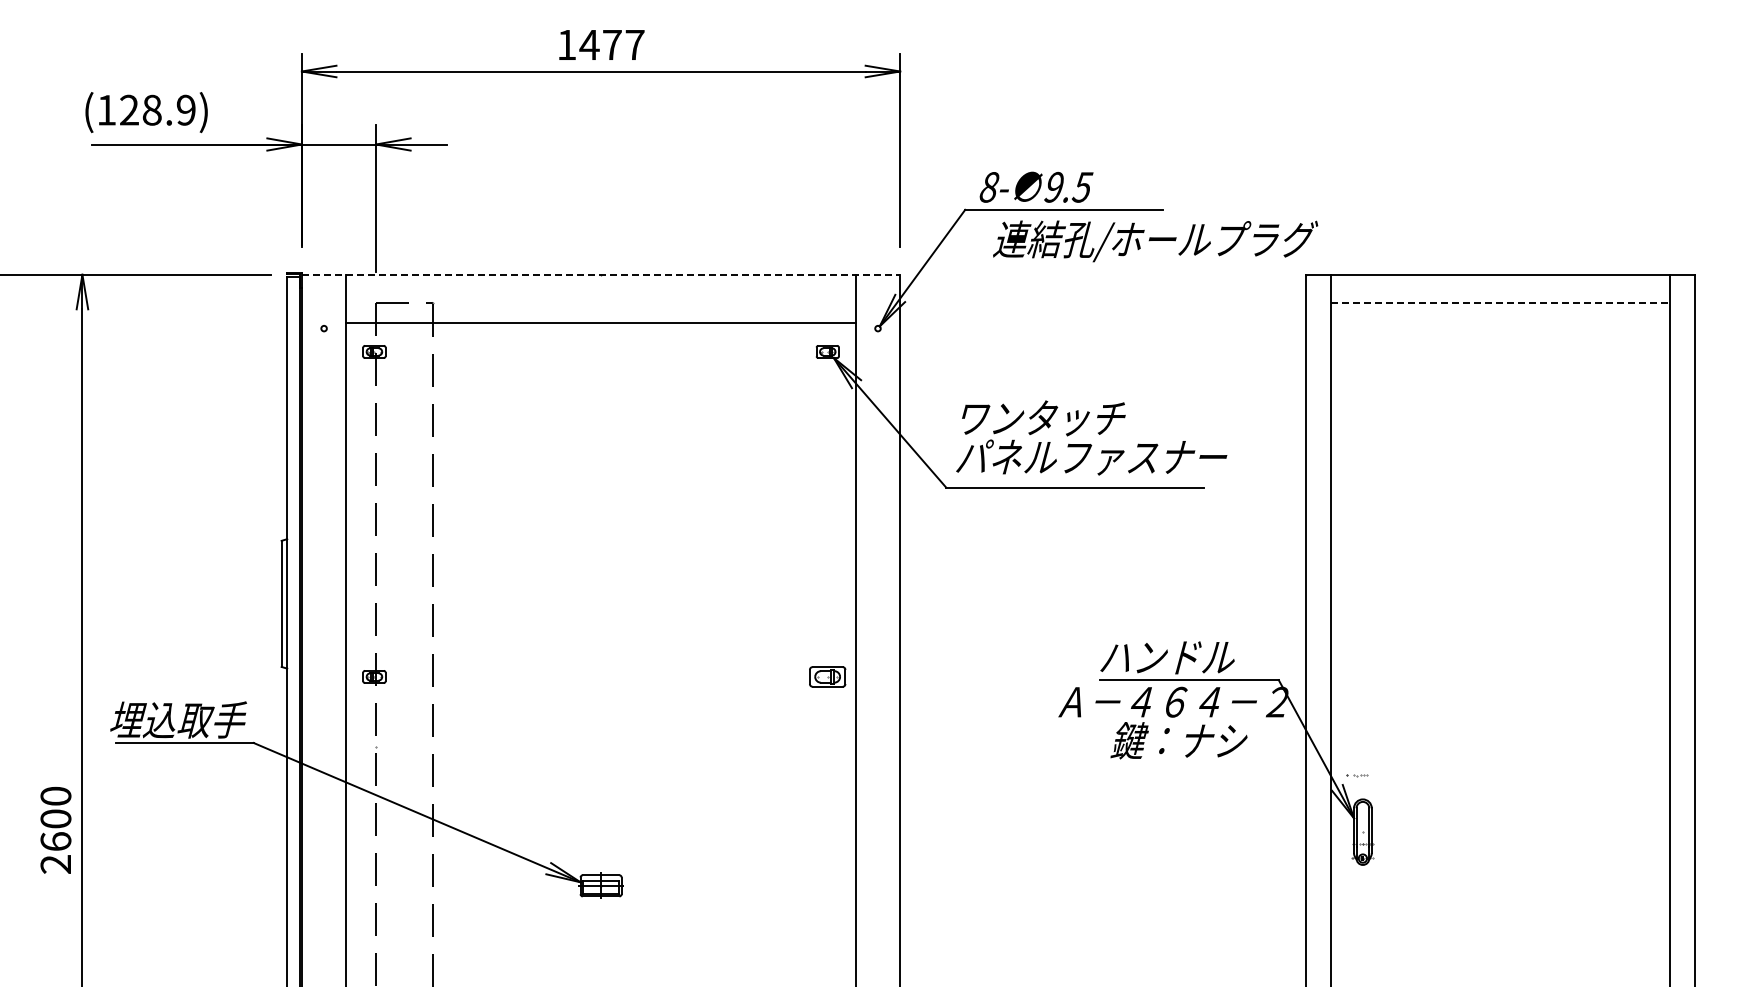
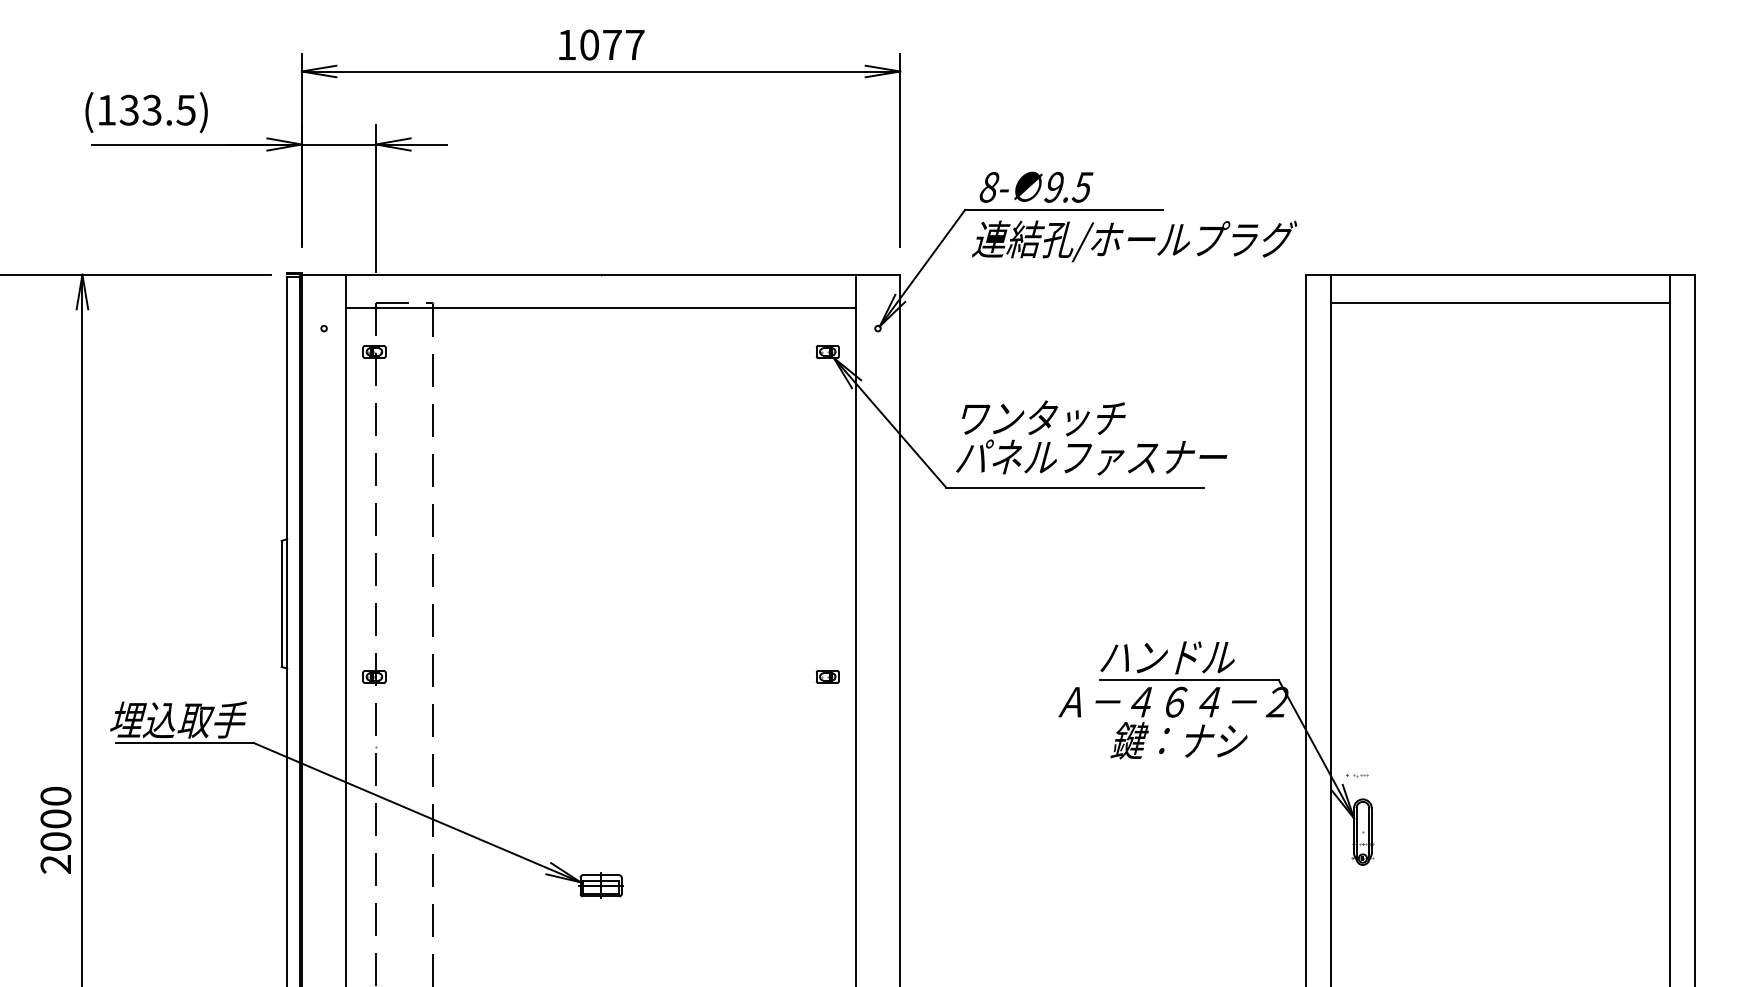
text at (589, 44): 1477 -> 1077
text at (157, 109): (128.9) -> (133.5)
text at (1155, 241) position: (1155, 241) -> (1134, 241)
line at (601, 274): dashed -> solid
line at (1500, 302): dashed -> solid
line at (600, 323) position: (600, 323) -> (600, 308)
part at (827, 676) size: 38x22 px -> 24x14 px
text at (55, 841): 2600 -> 2000
